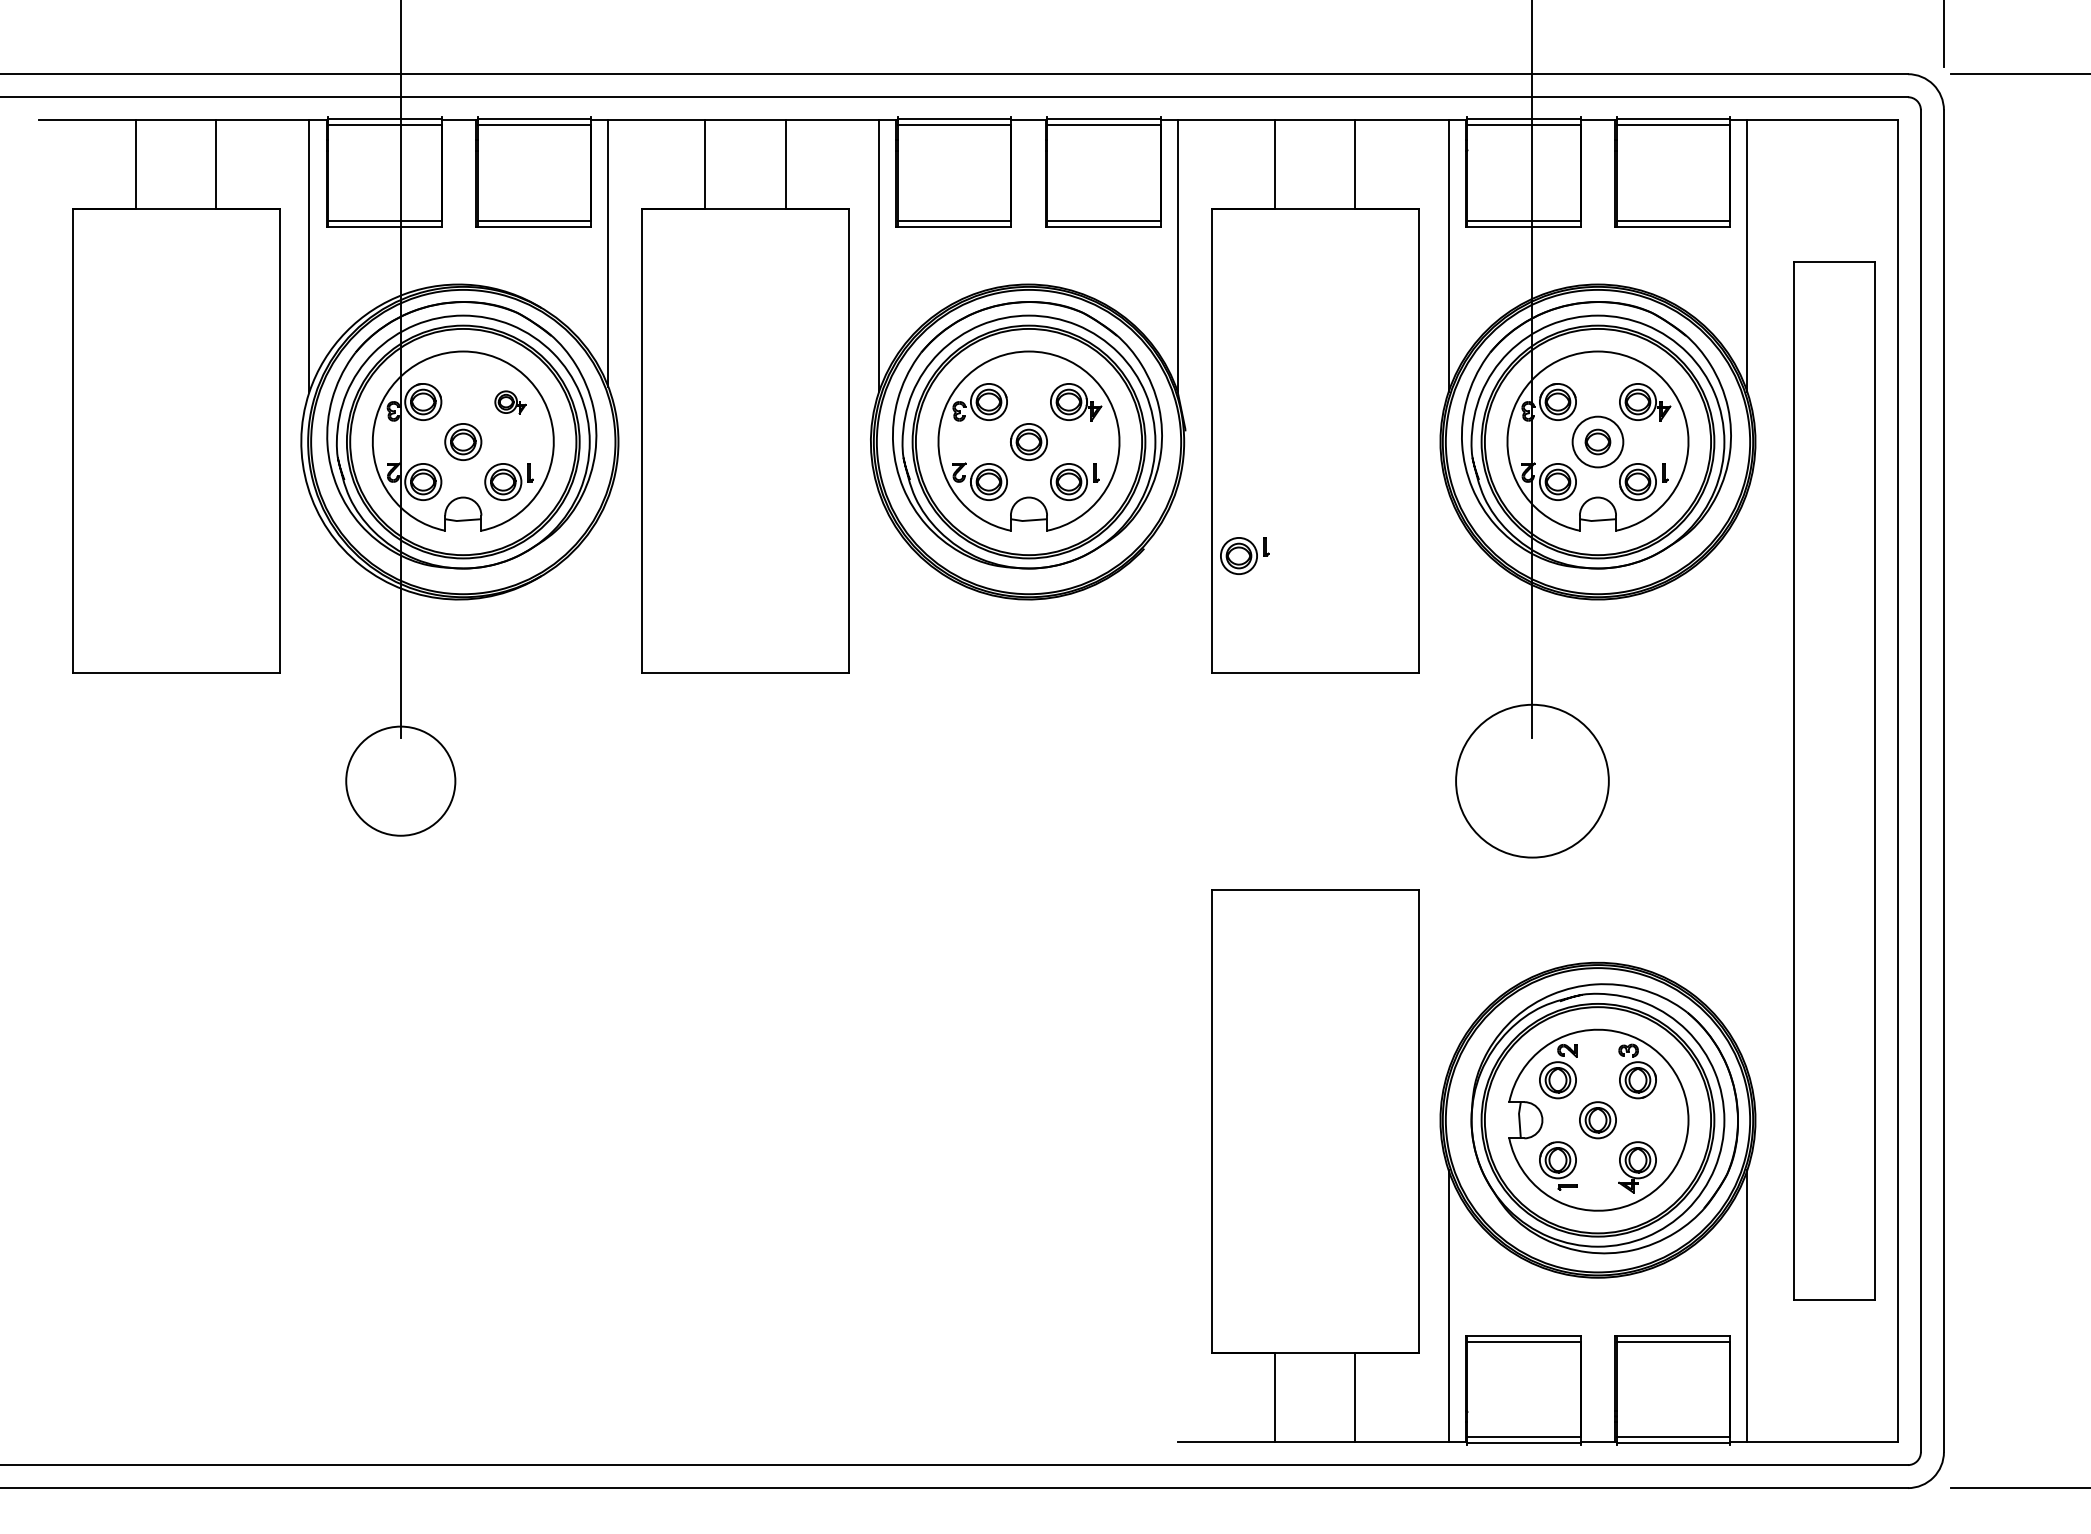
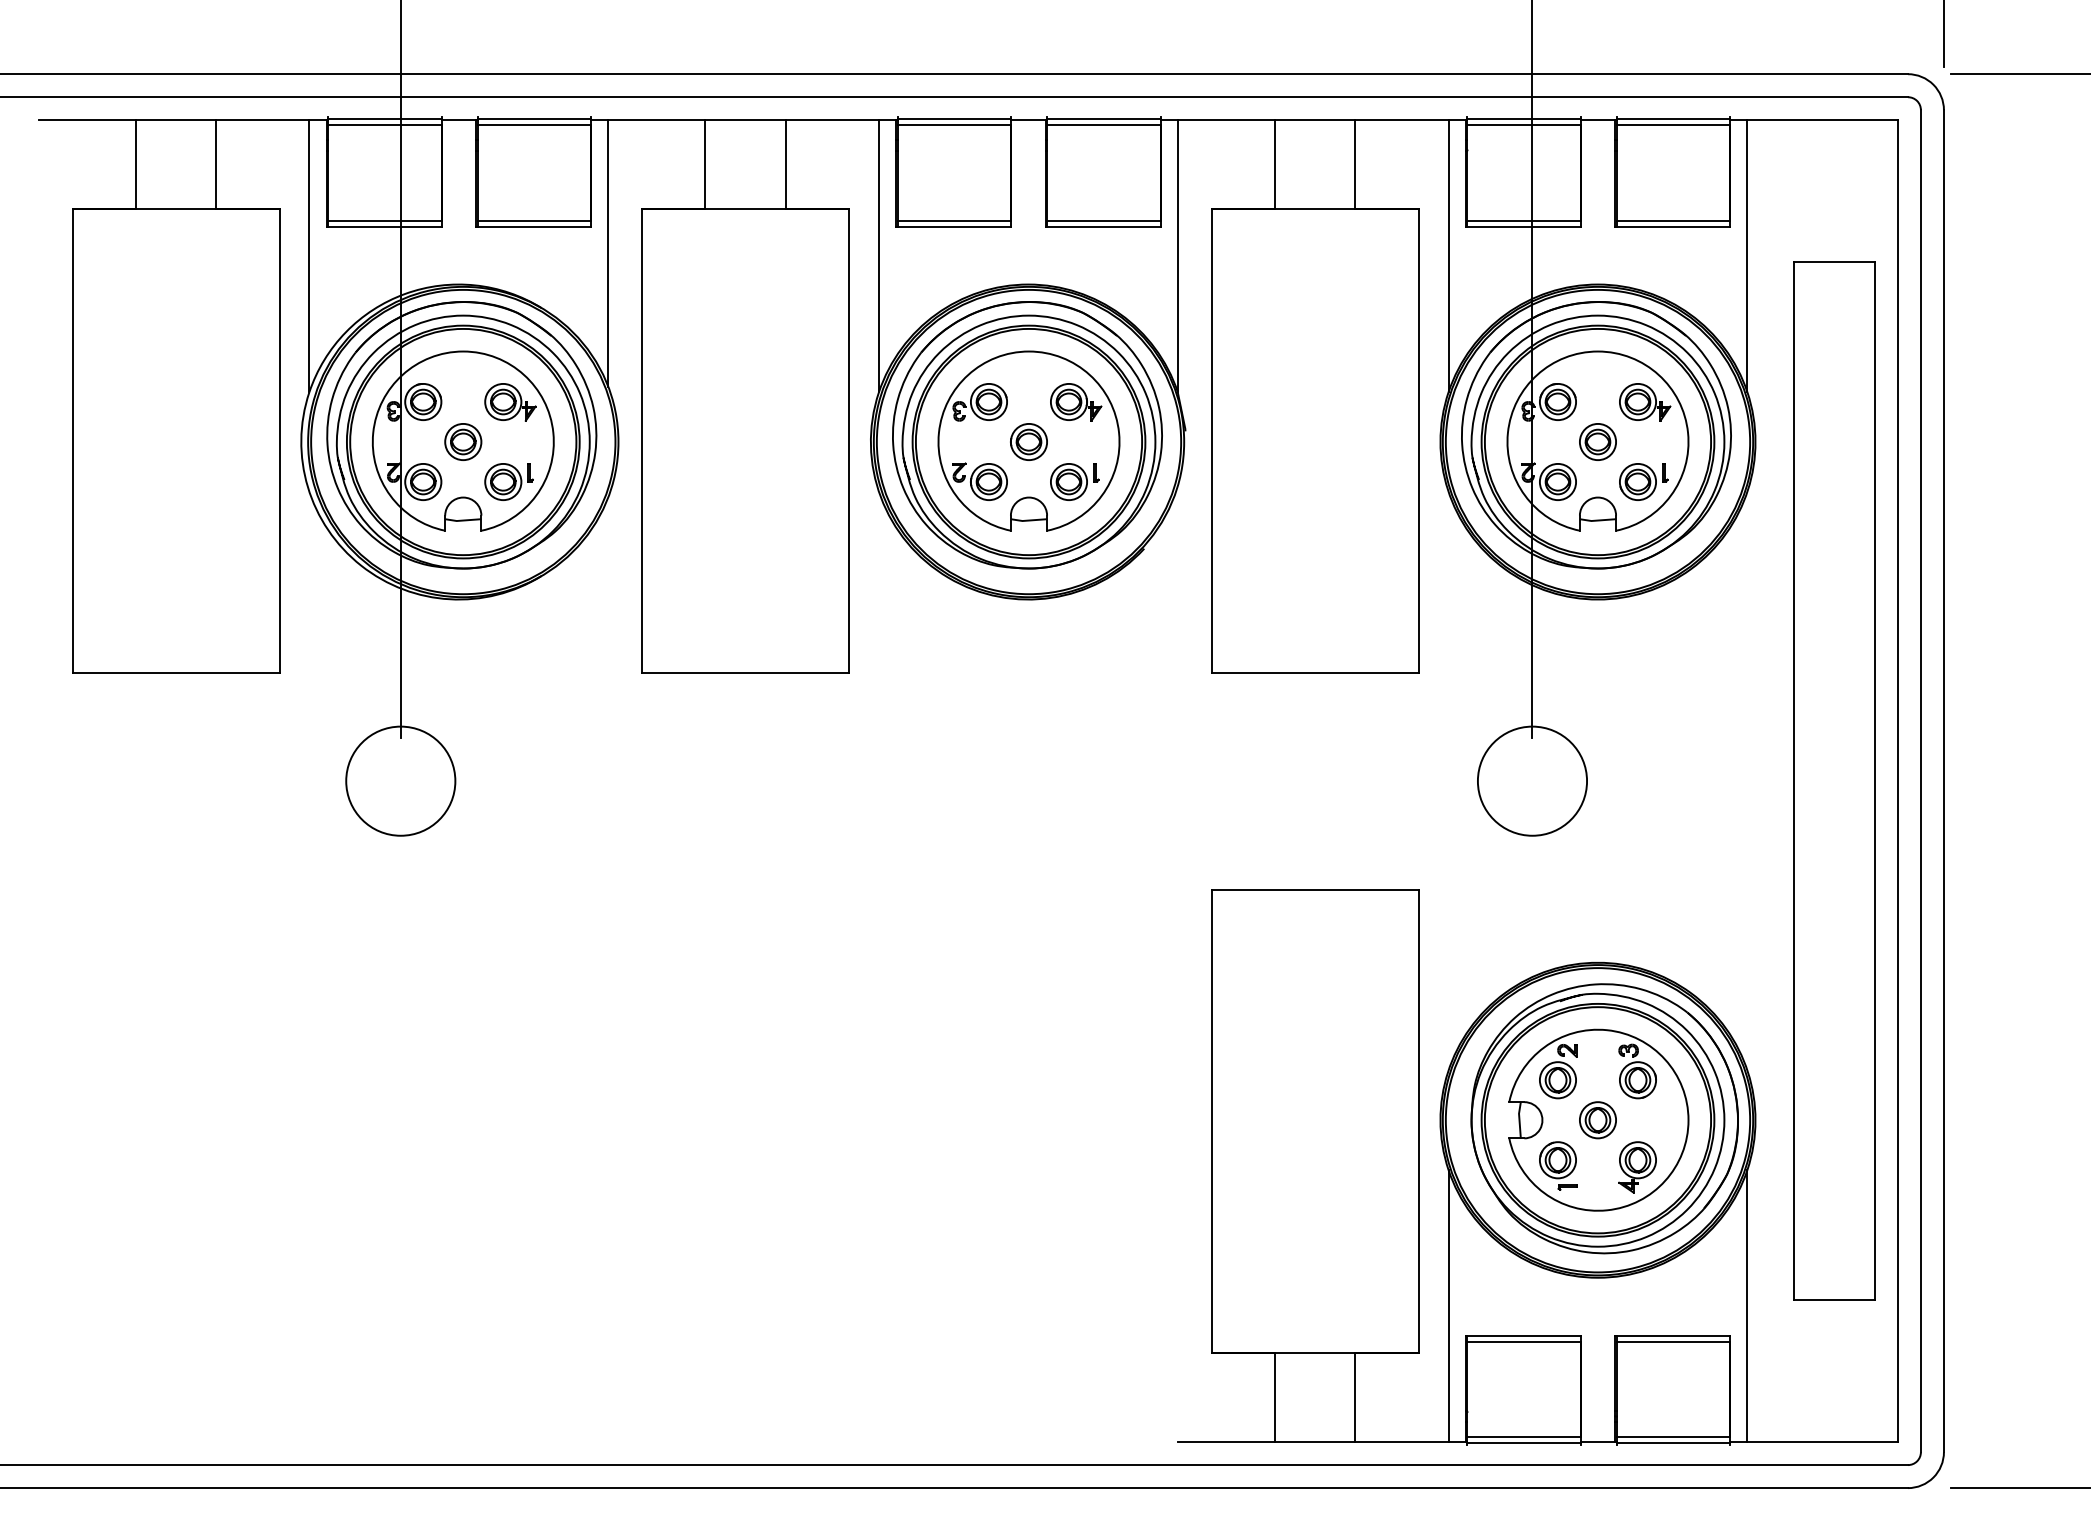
part at (510, 402) size: 33x25 px -> 53x39 px
circle at (1597, 441) diameter: 51 px -> 36 px
part at (1244, 555): present -> none
circle at (1532, 780) diameter: 153 px -> 109 px
